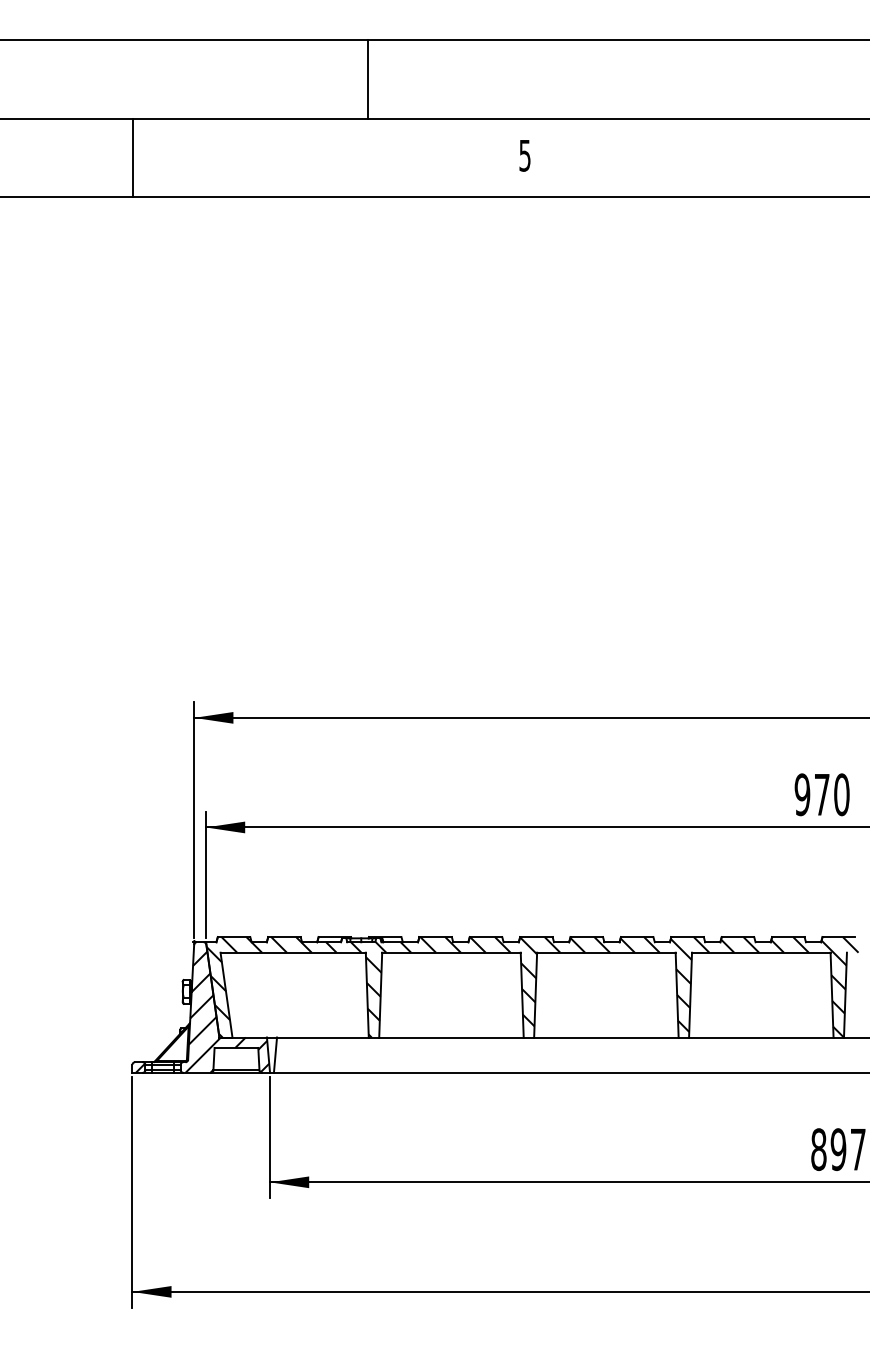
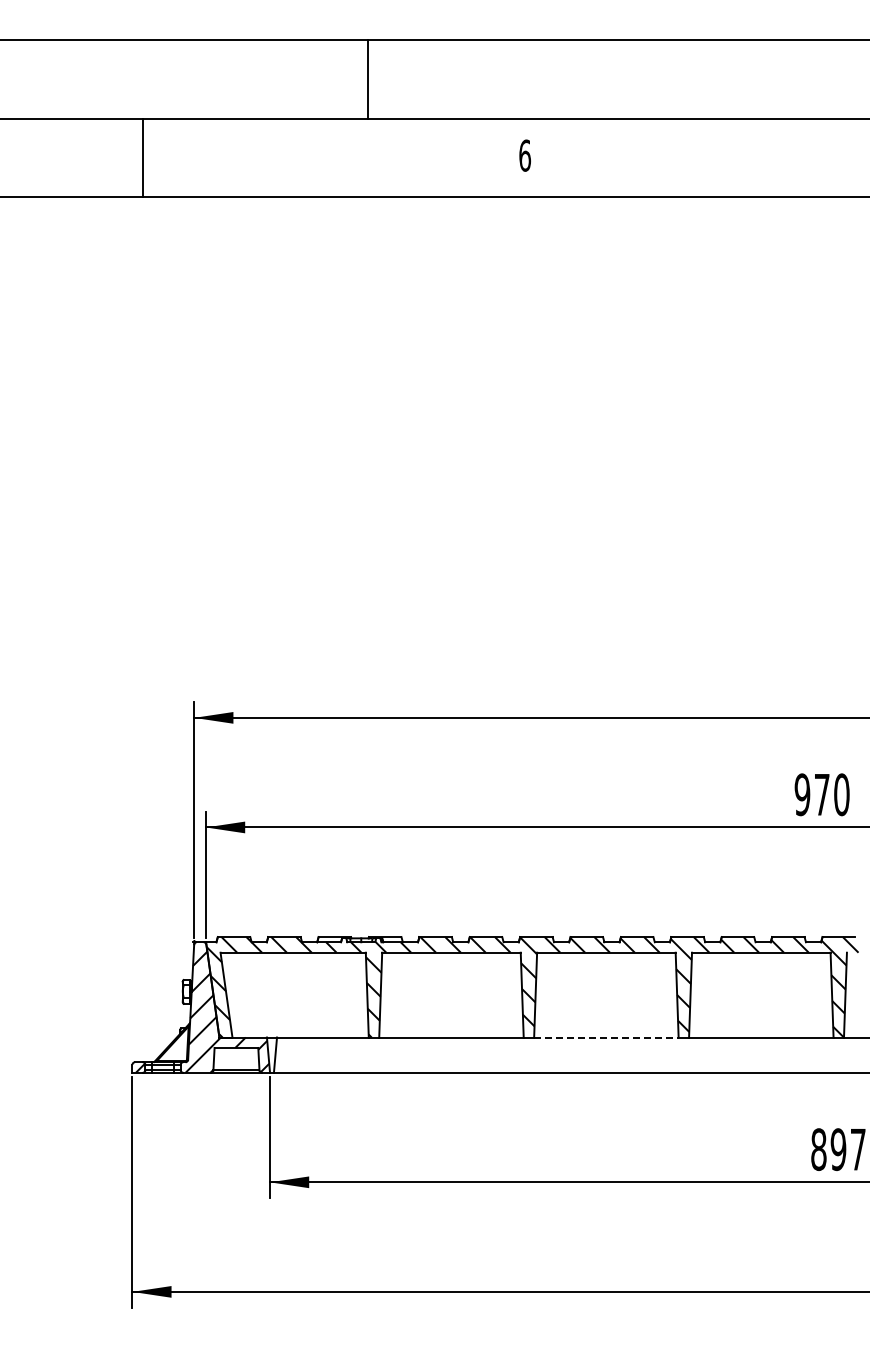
text at (525, 155): 5 -> 6
line at (133, 157) position: (133, 157) -> (143, 157)
line at (606, 1037): solid -> dashed
